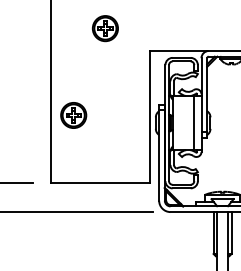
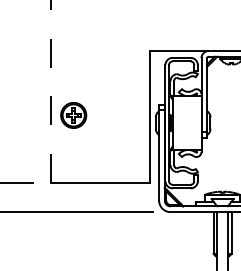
part at (104, 28): present -> none
line at (51, 91): solid -> dashed
line at (194, 123): present -> none
